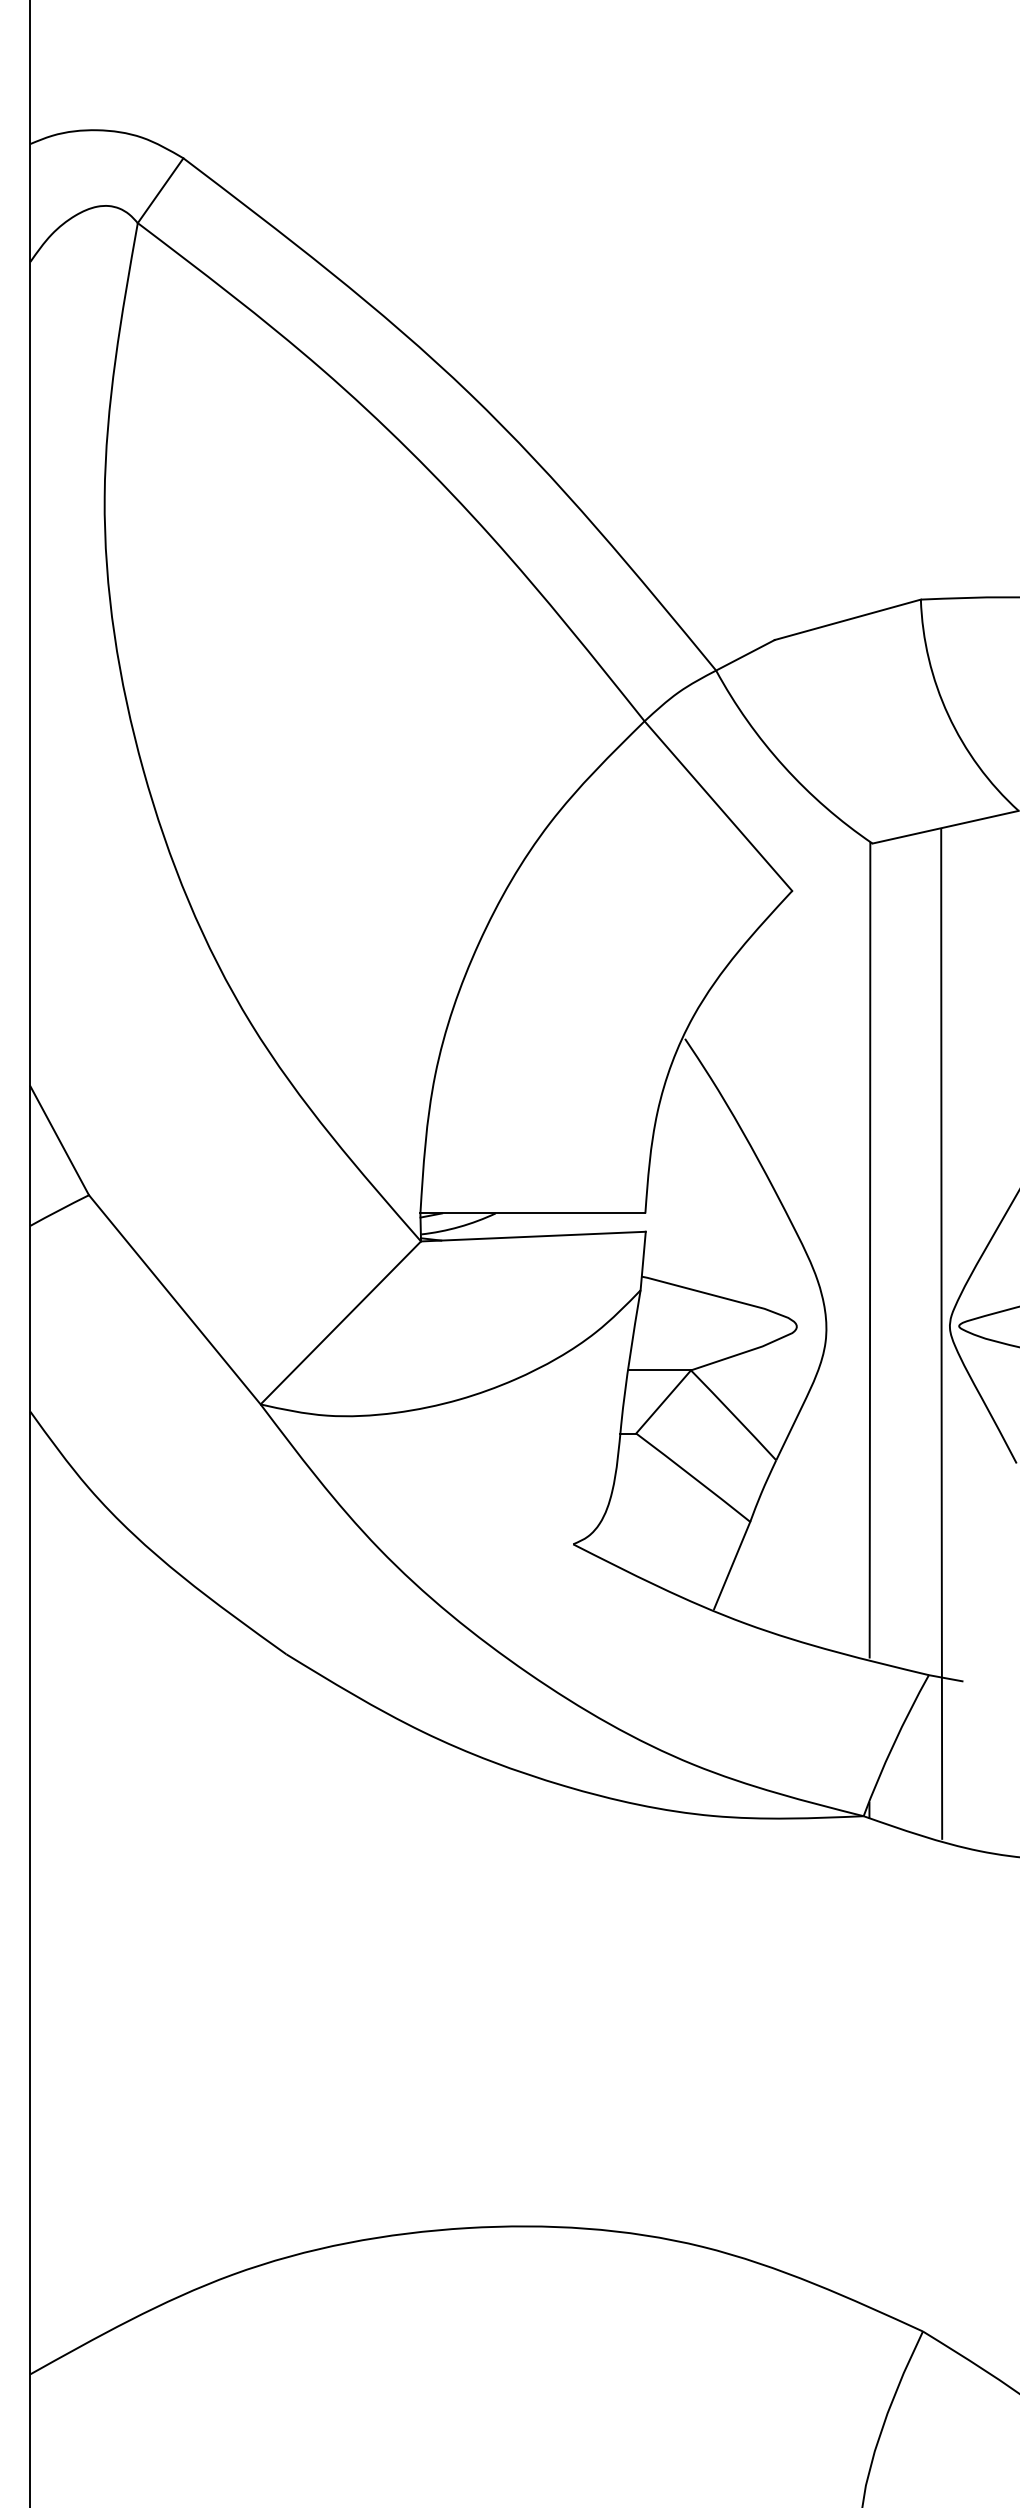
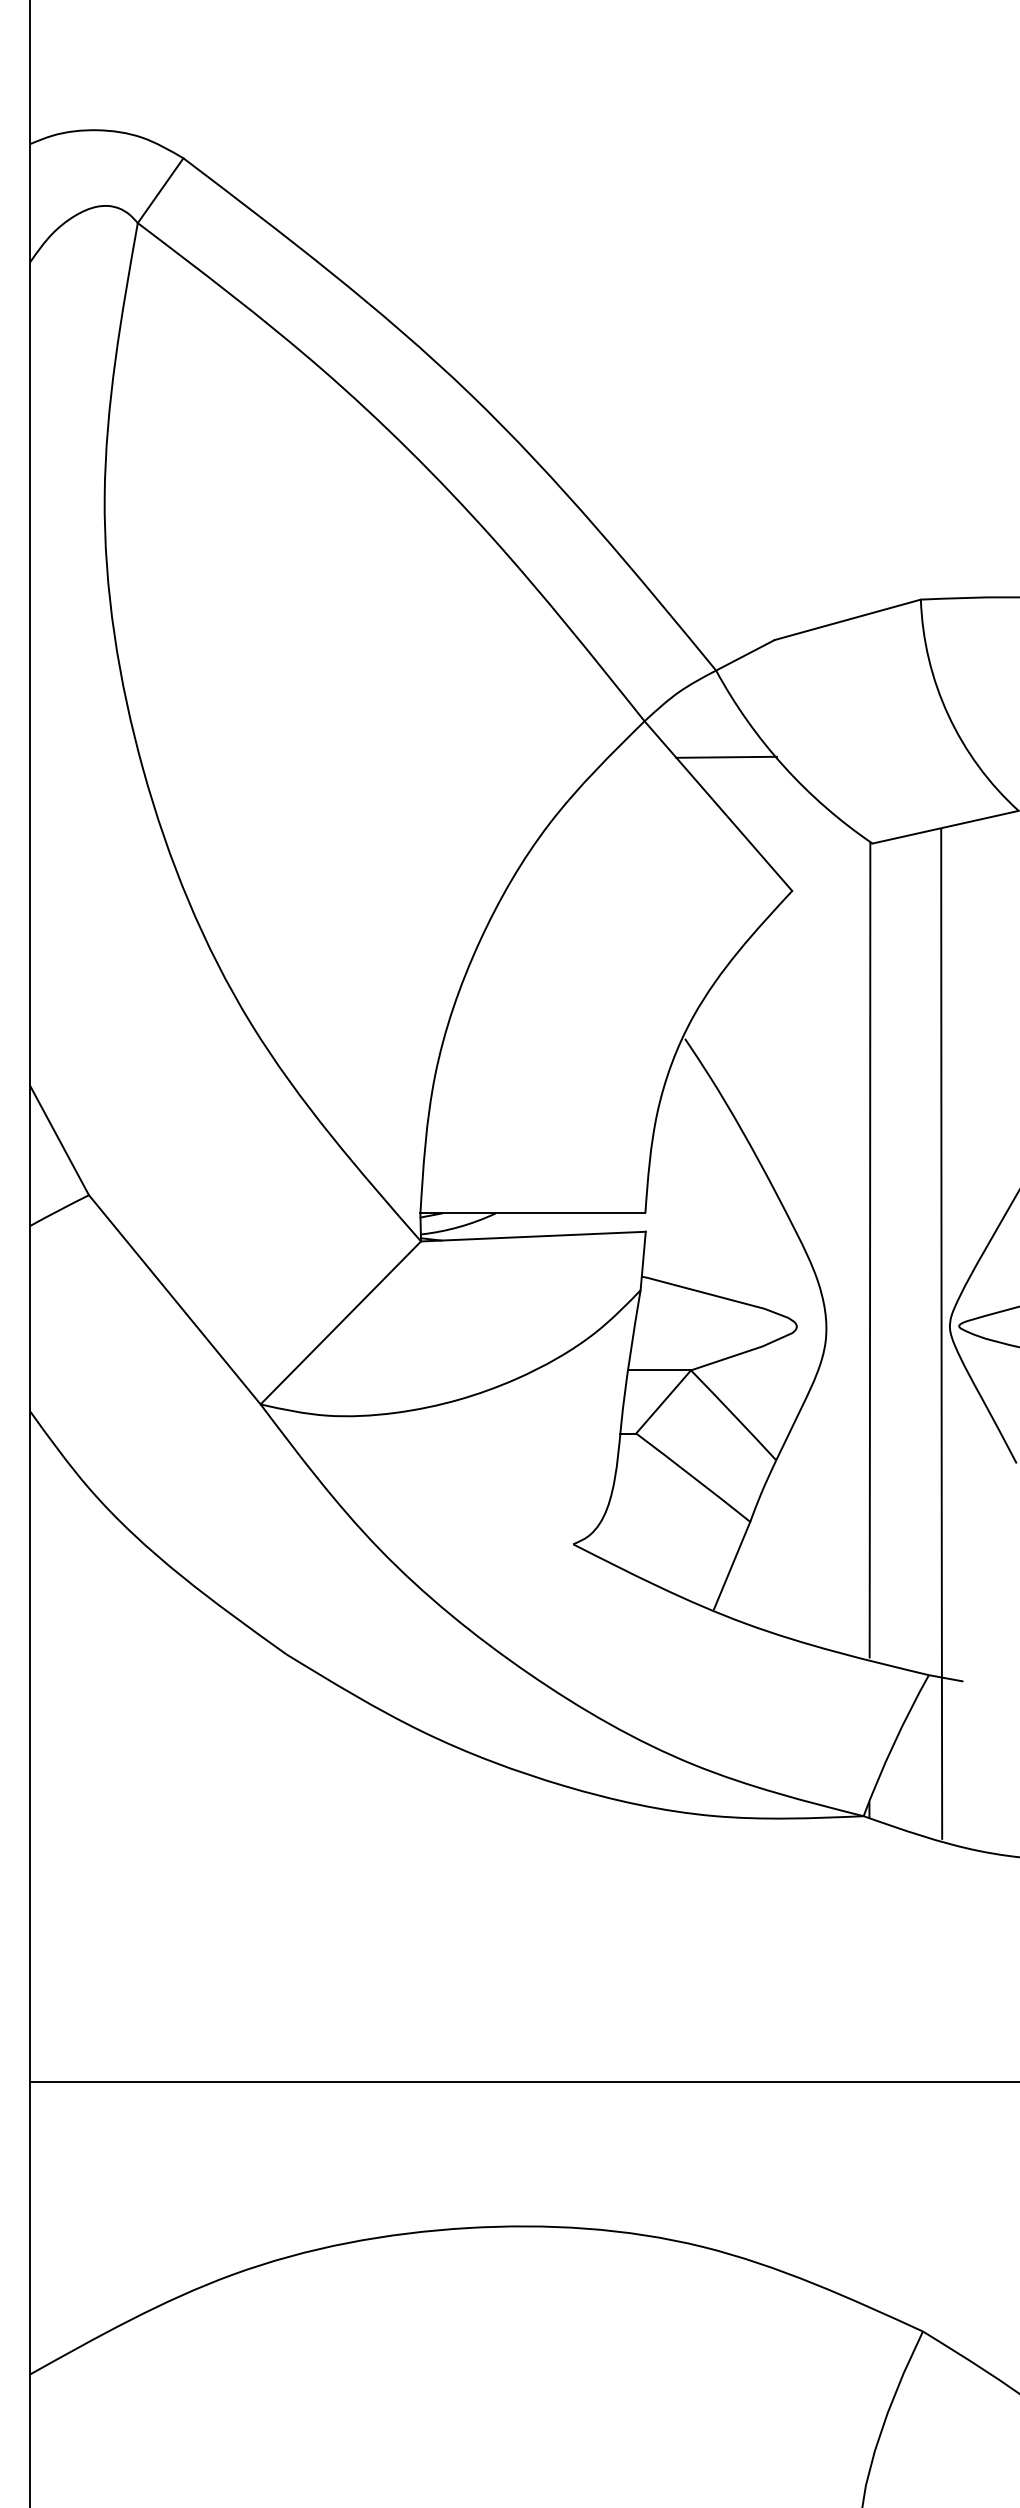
line at (726, 756): none -> present
line at (523, 2082): none -> present
